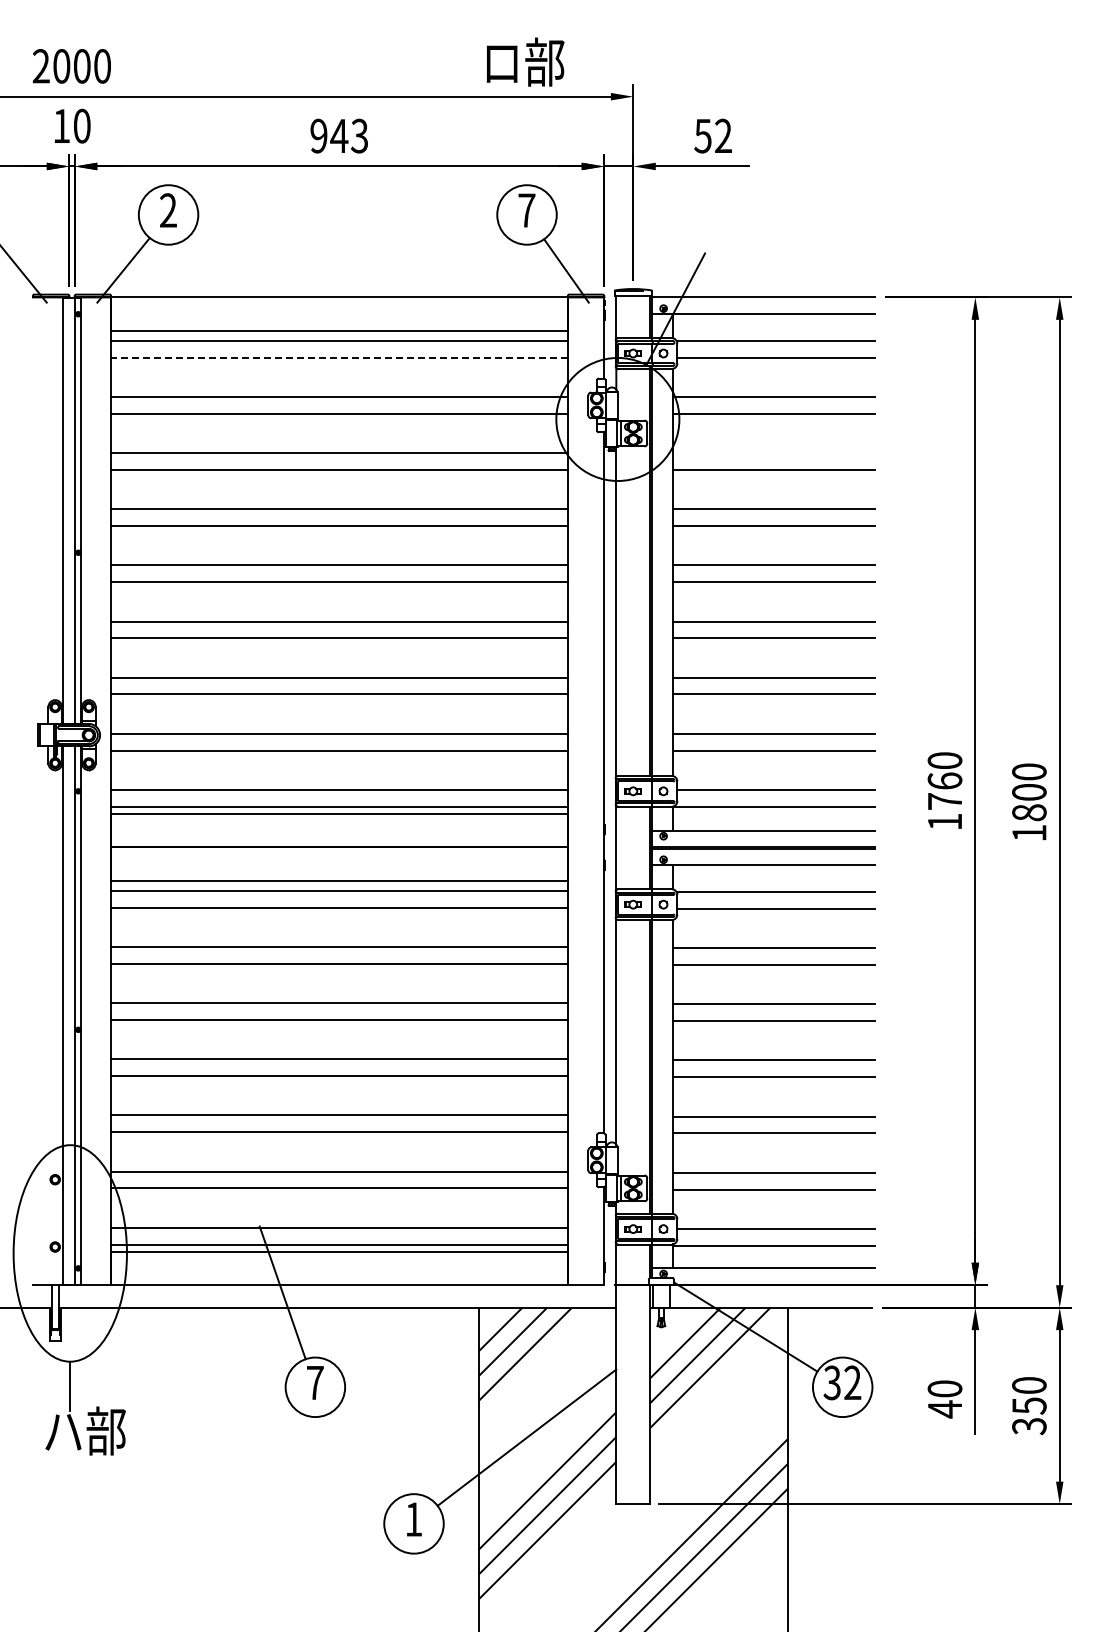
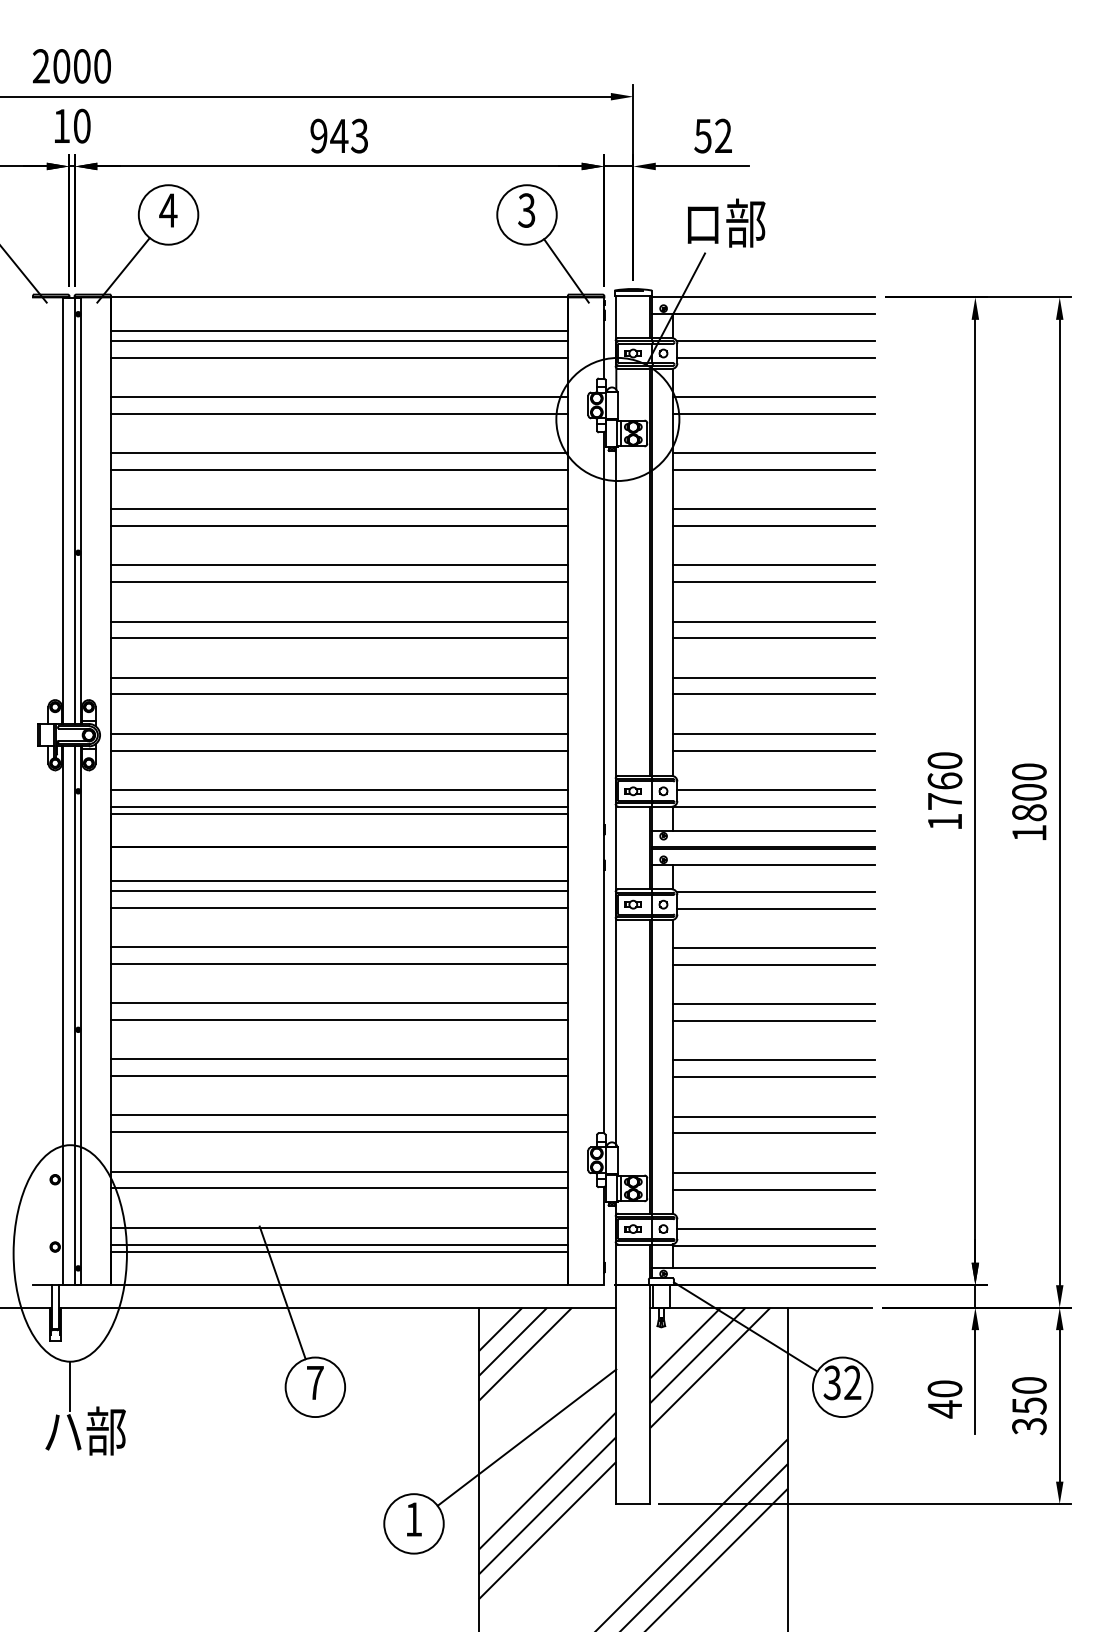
text at (525, 61) position: (525, 61) -> (726, 222)
text at (168, 210): 2 -> 4
text at (526, 210): 7 -> 3
line at (338, 357): dashed -> solid
line at (773, 453): none -> present
